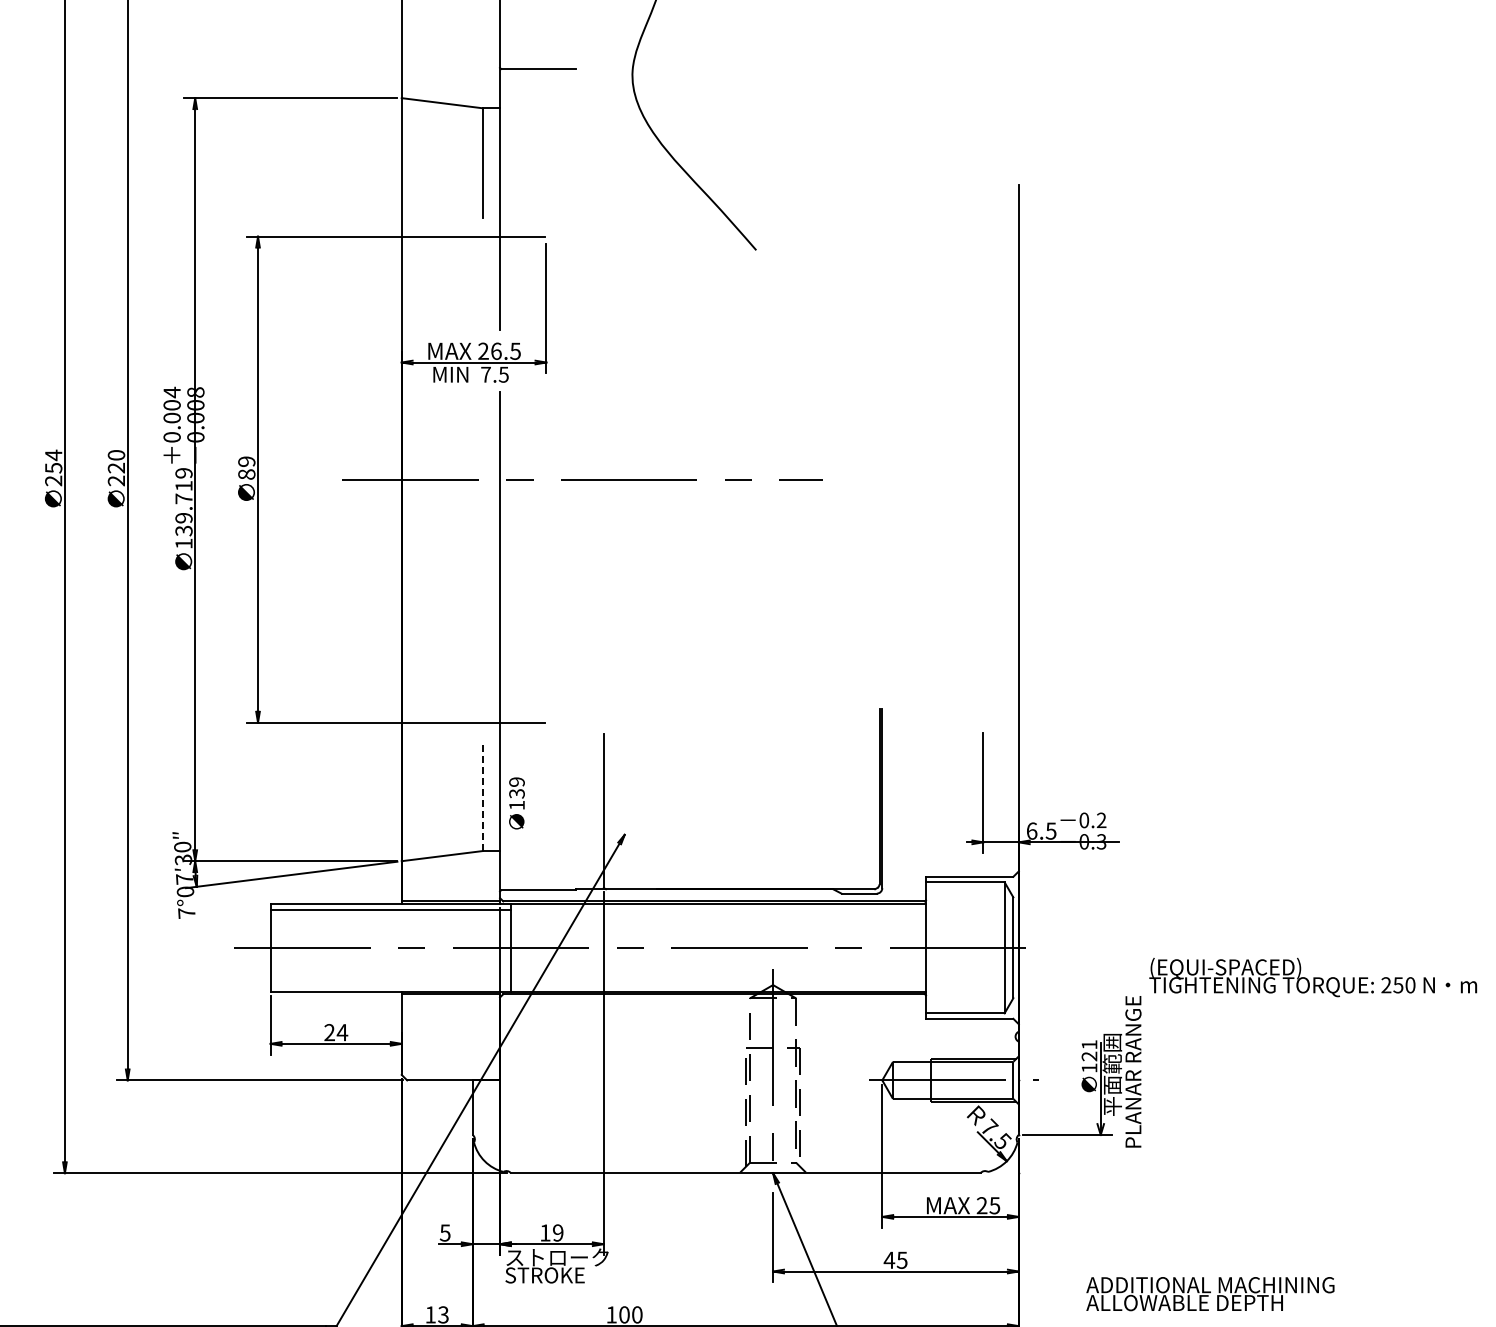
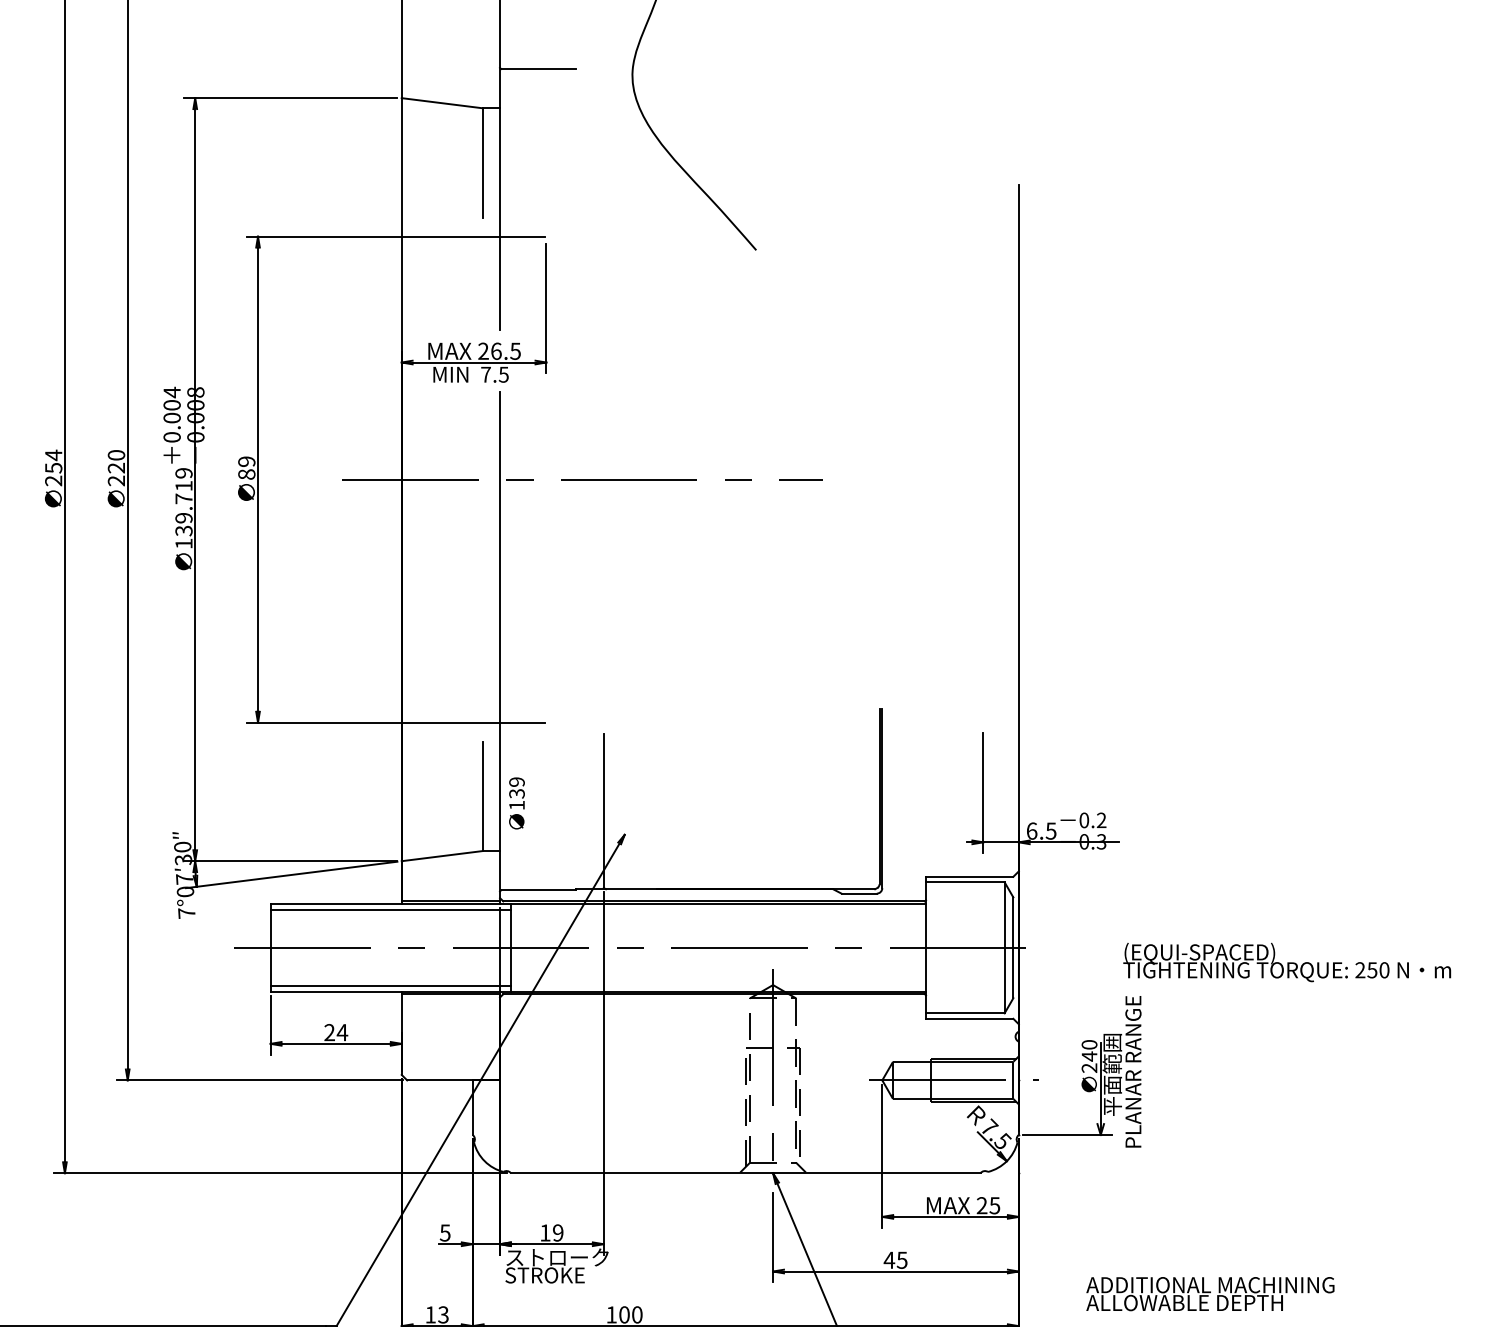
line at (483, 796): dashed -> solid
text at (1313, 977) position: (1313, 977) -> (1287, 962)
line at (390, 985): none -> present
text at (1089, 1056): 121 -> 240
